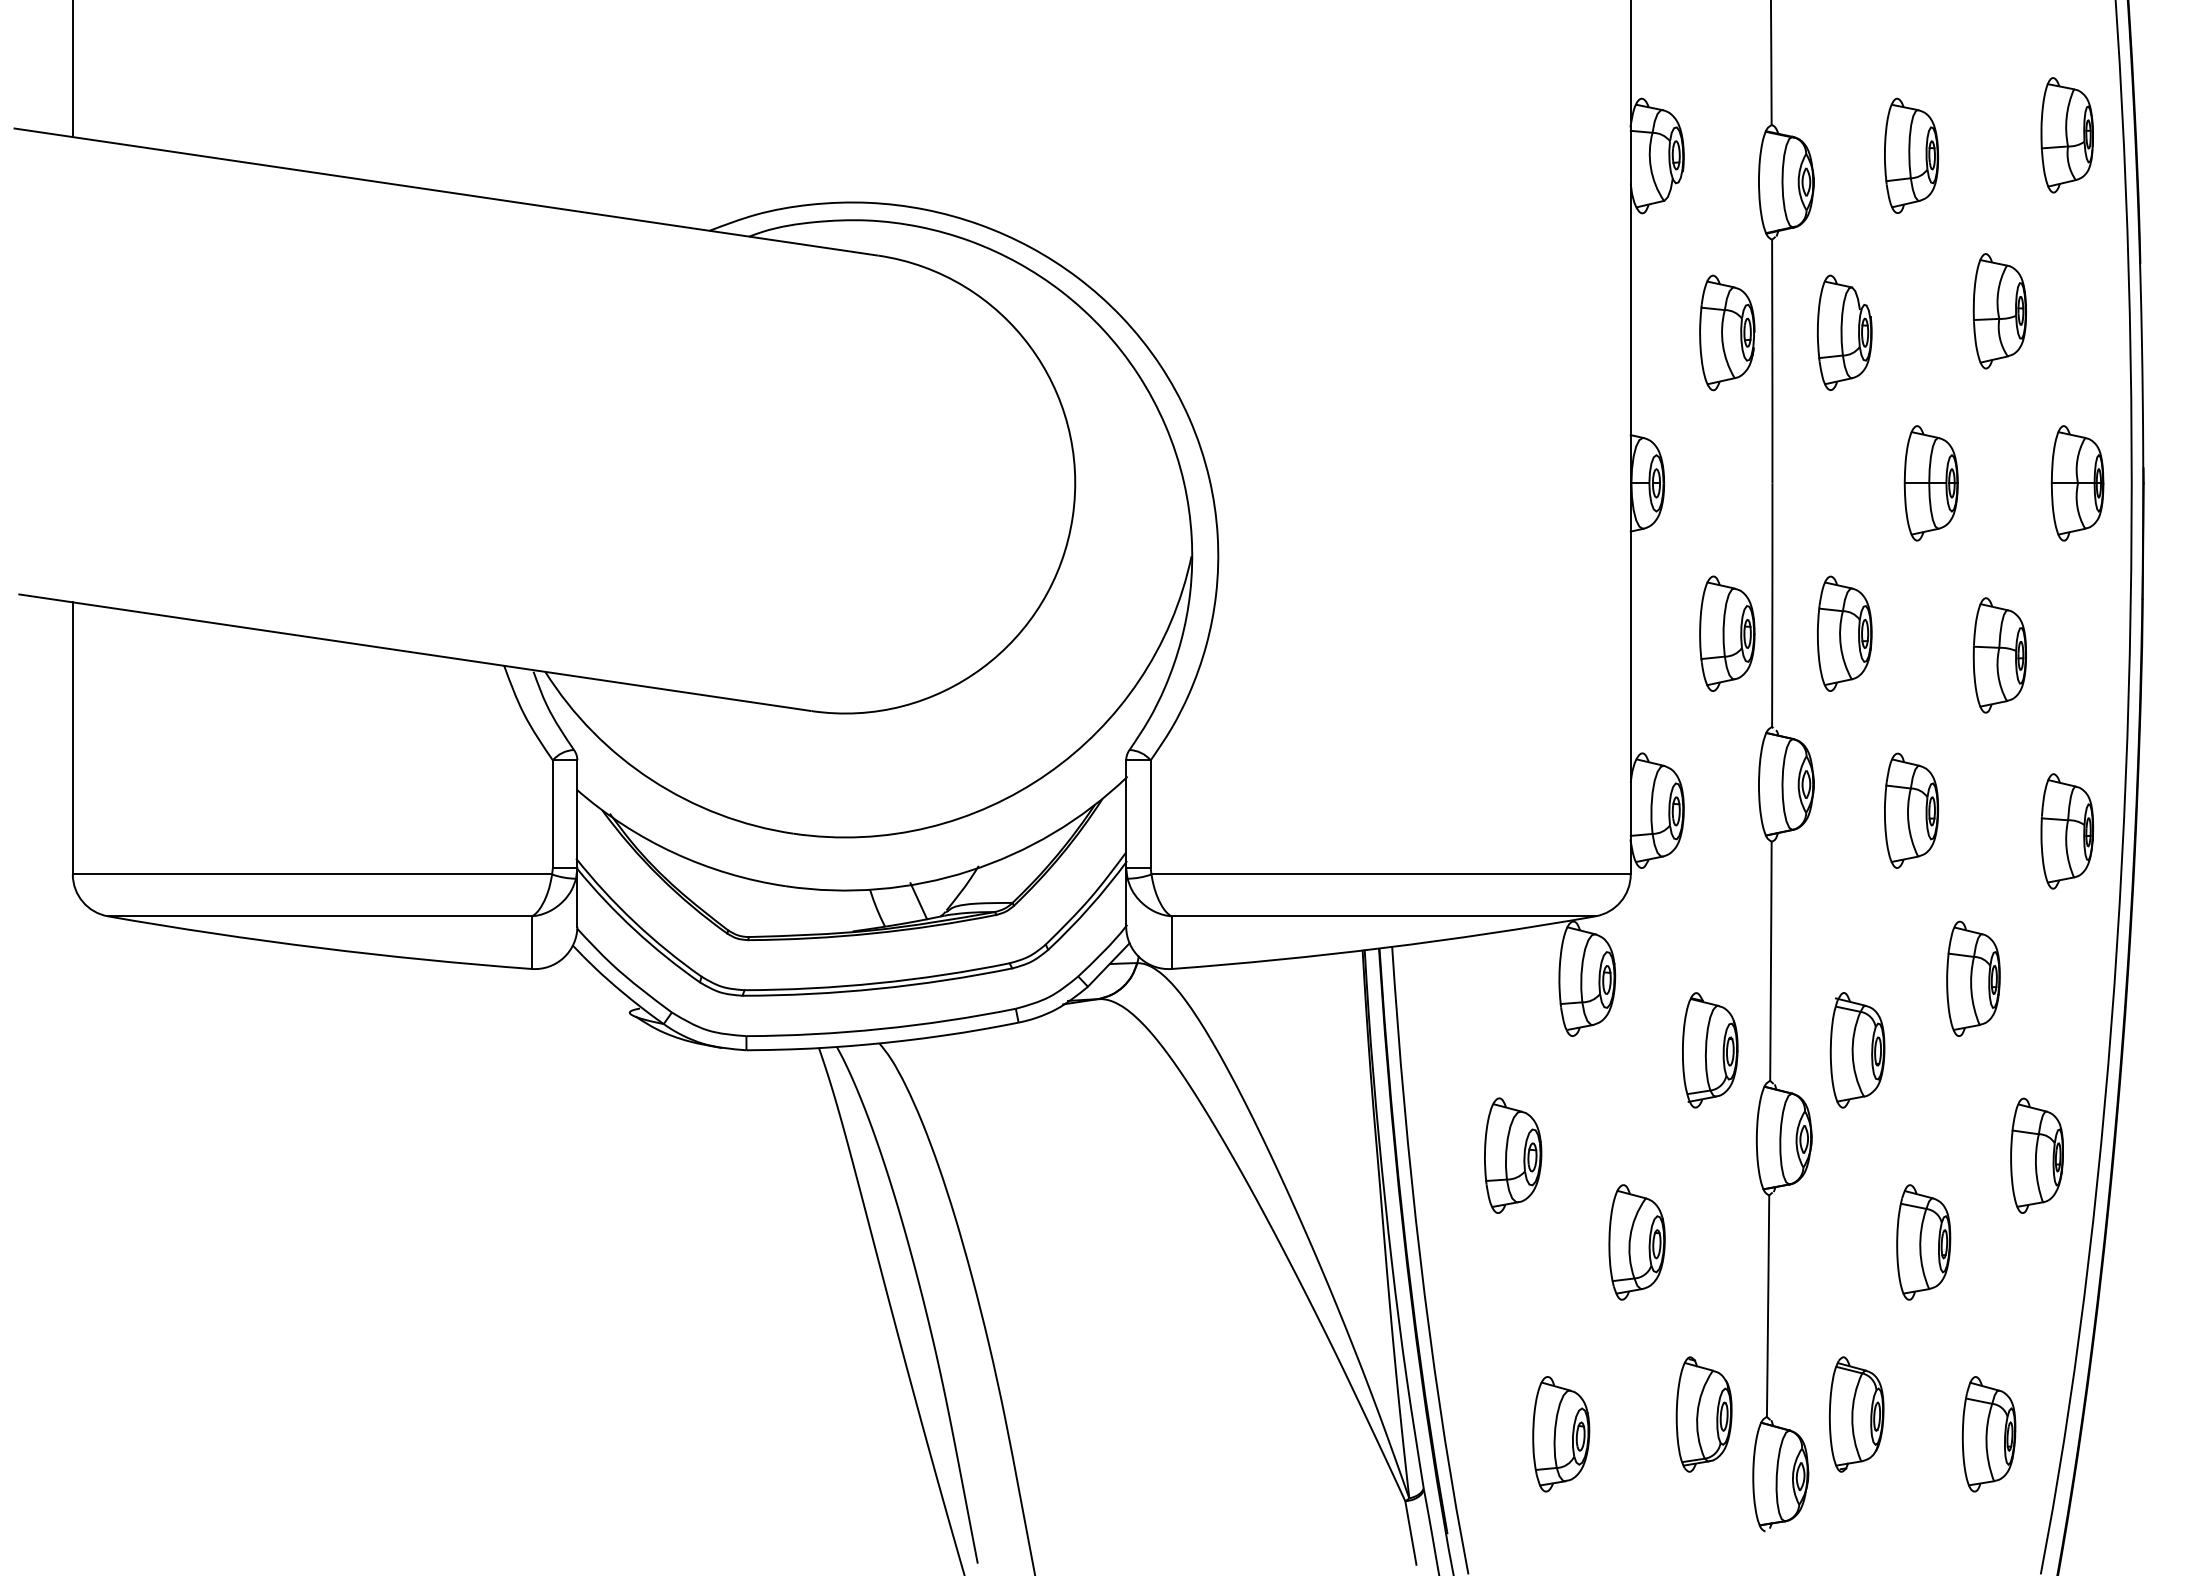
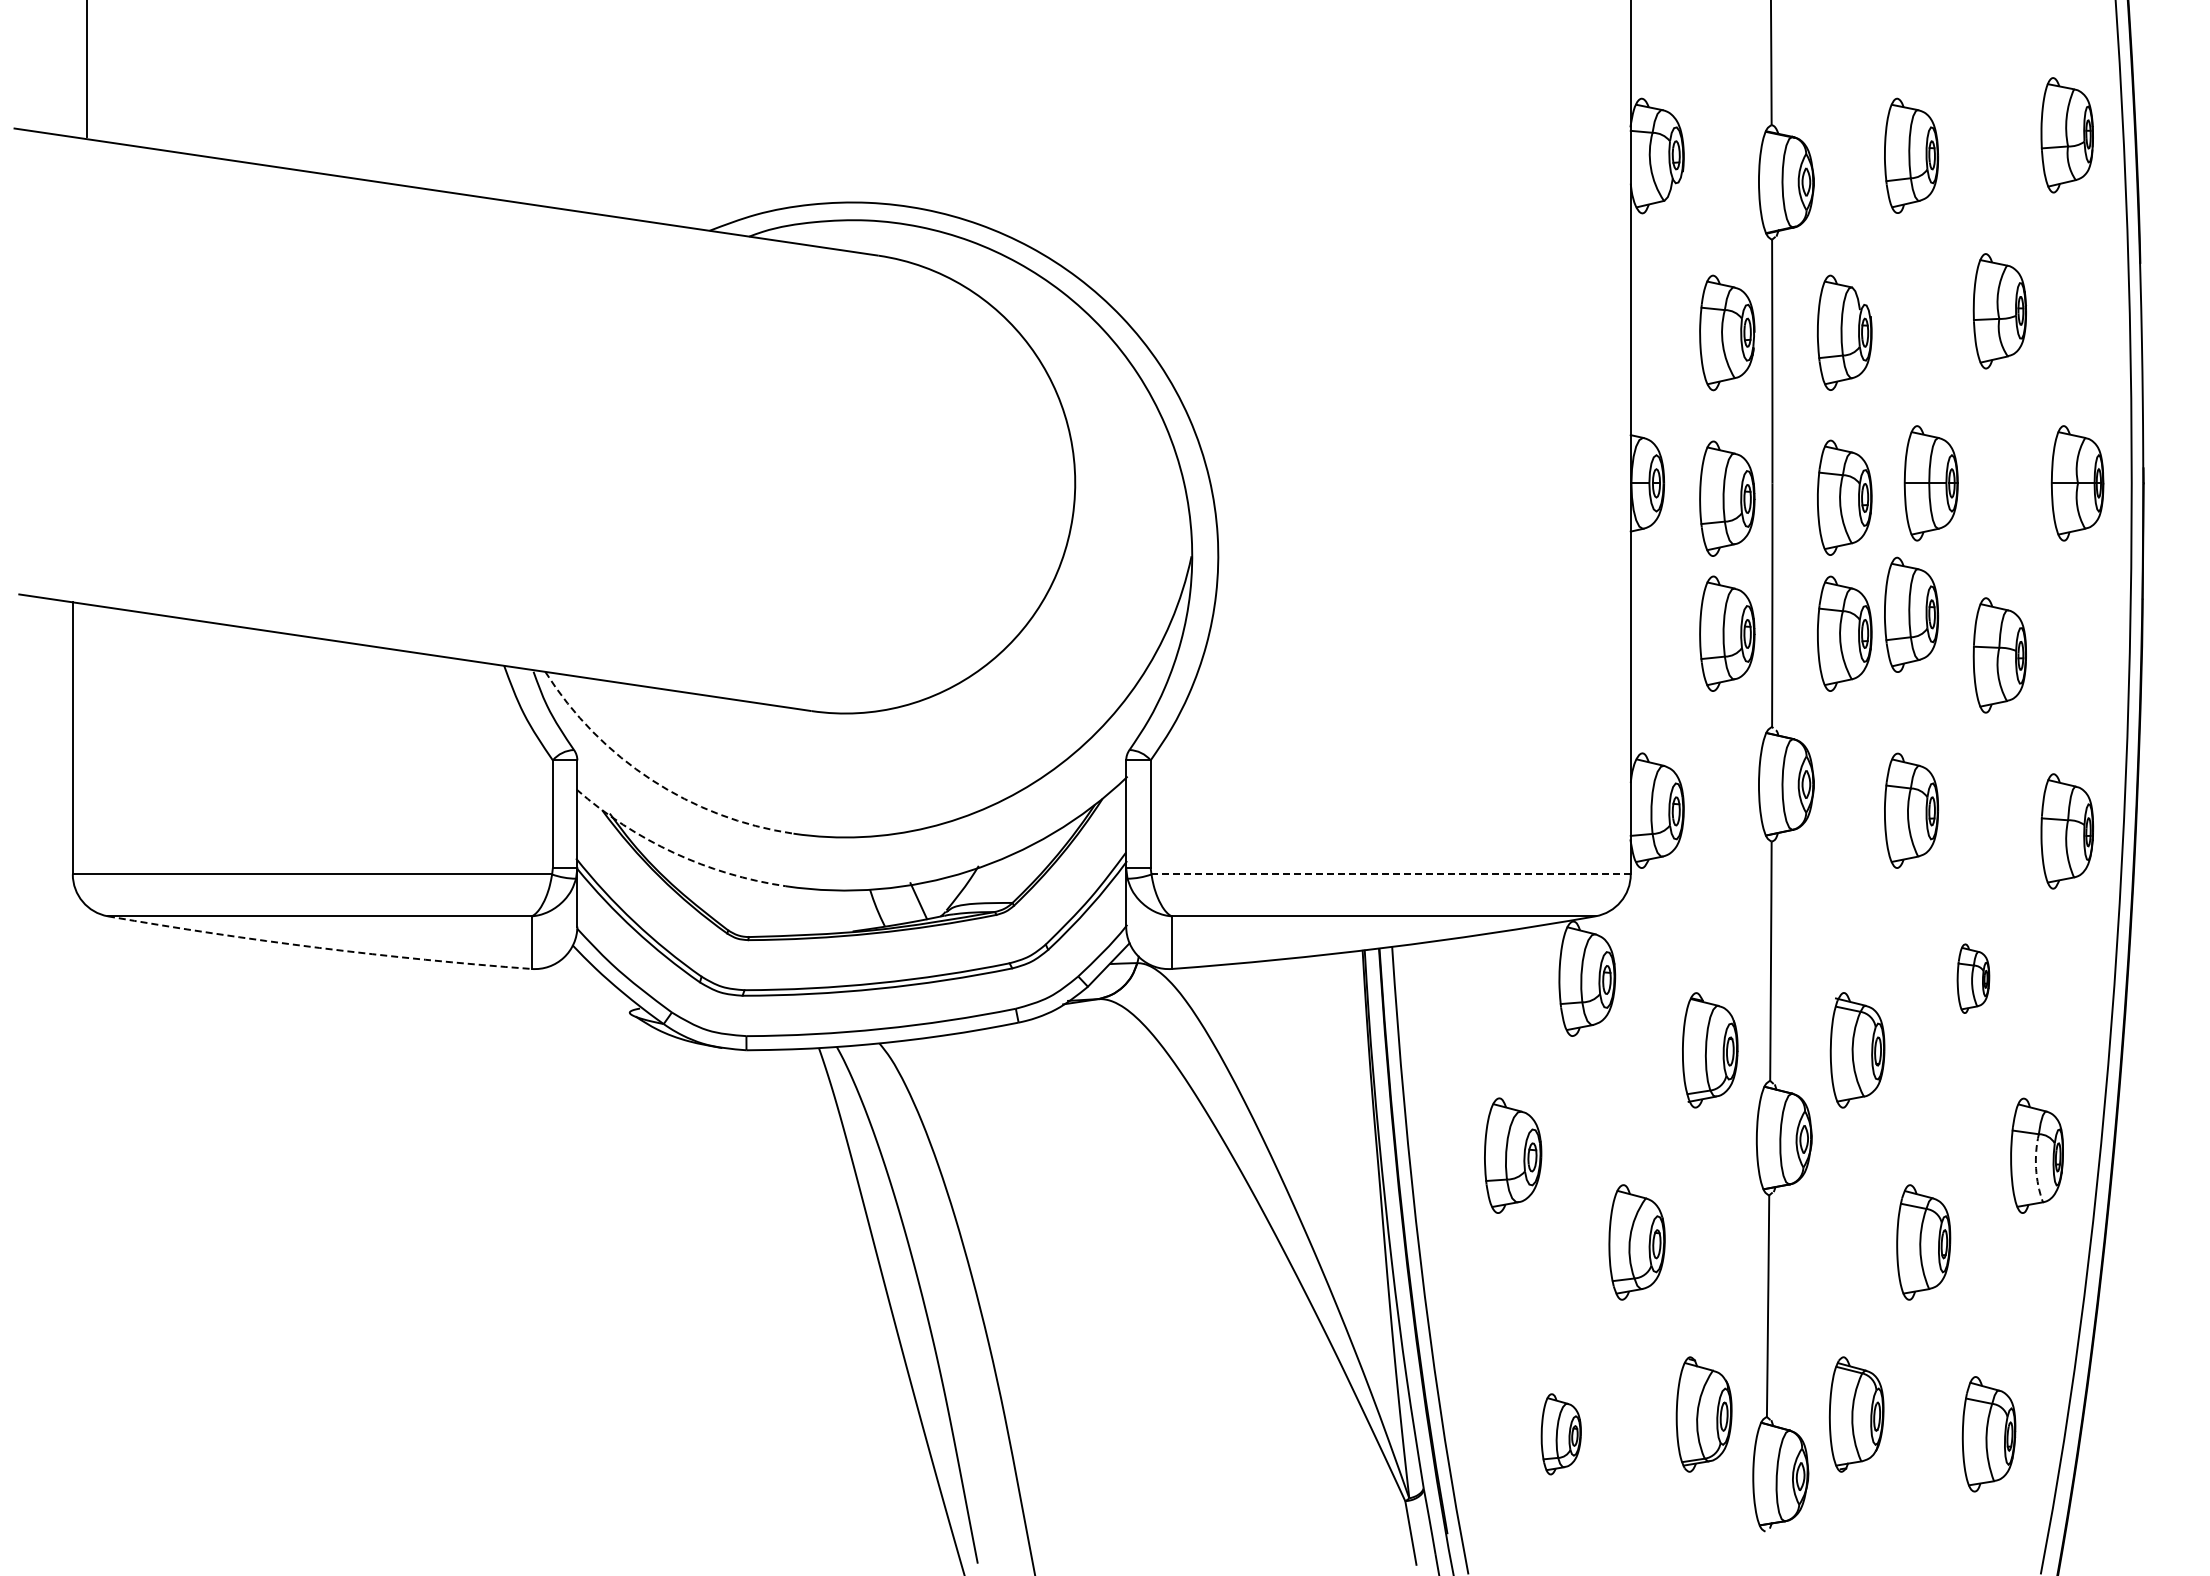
line at (72, 69) position: (72, 69) -> (86, 69)
part at (1844, 497): none -> present
part at (1727, 498): none -> present
part at (1911, 614): none -> present
arc at (651, 779): solid -> dashed
arc at (674, 852): solid -> dashed
line at (1391, 874): solid -> dashed
arc at (319, 947): solid -> dashed
part at (1973, 978) size: 55x117 px -> 35x71 px
arc at (2036, 1168): solid -> dashed
part at (1561, 1434) size: 59x117 px -> 42x83 px
